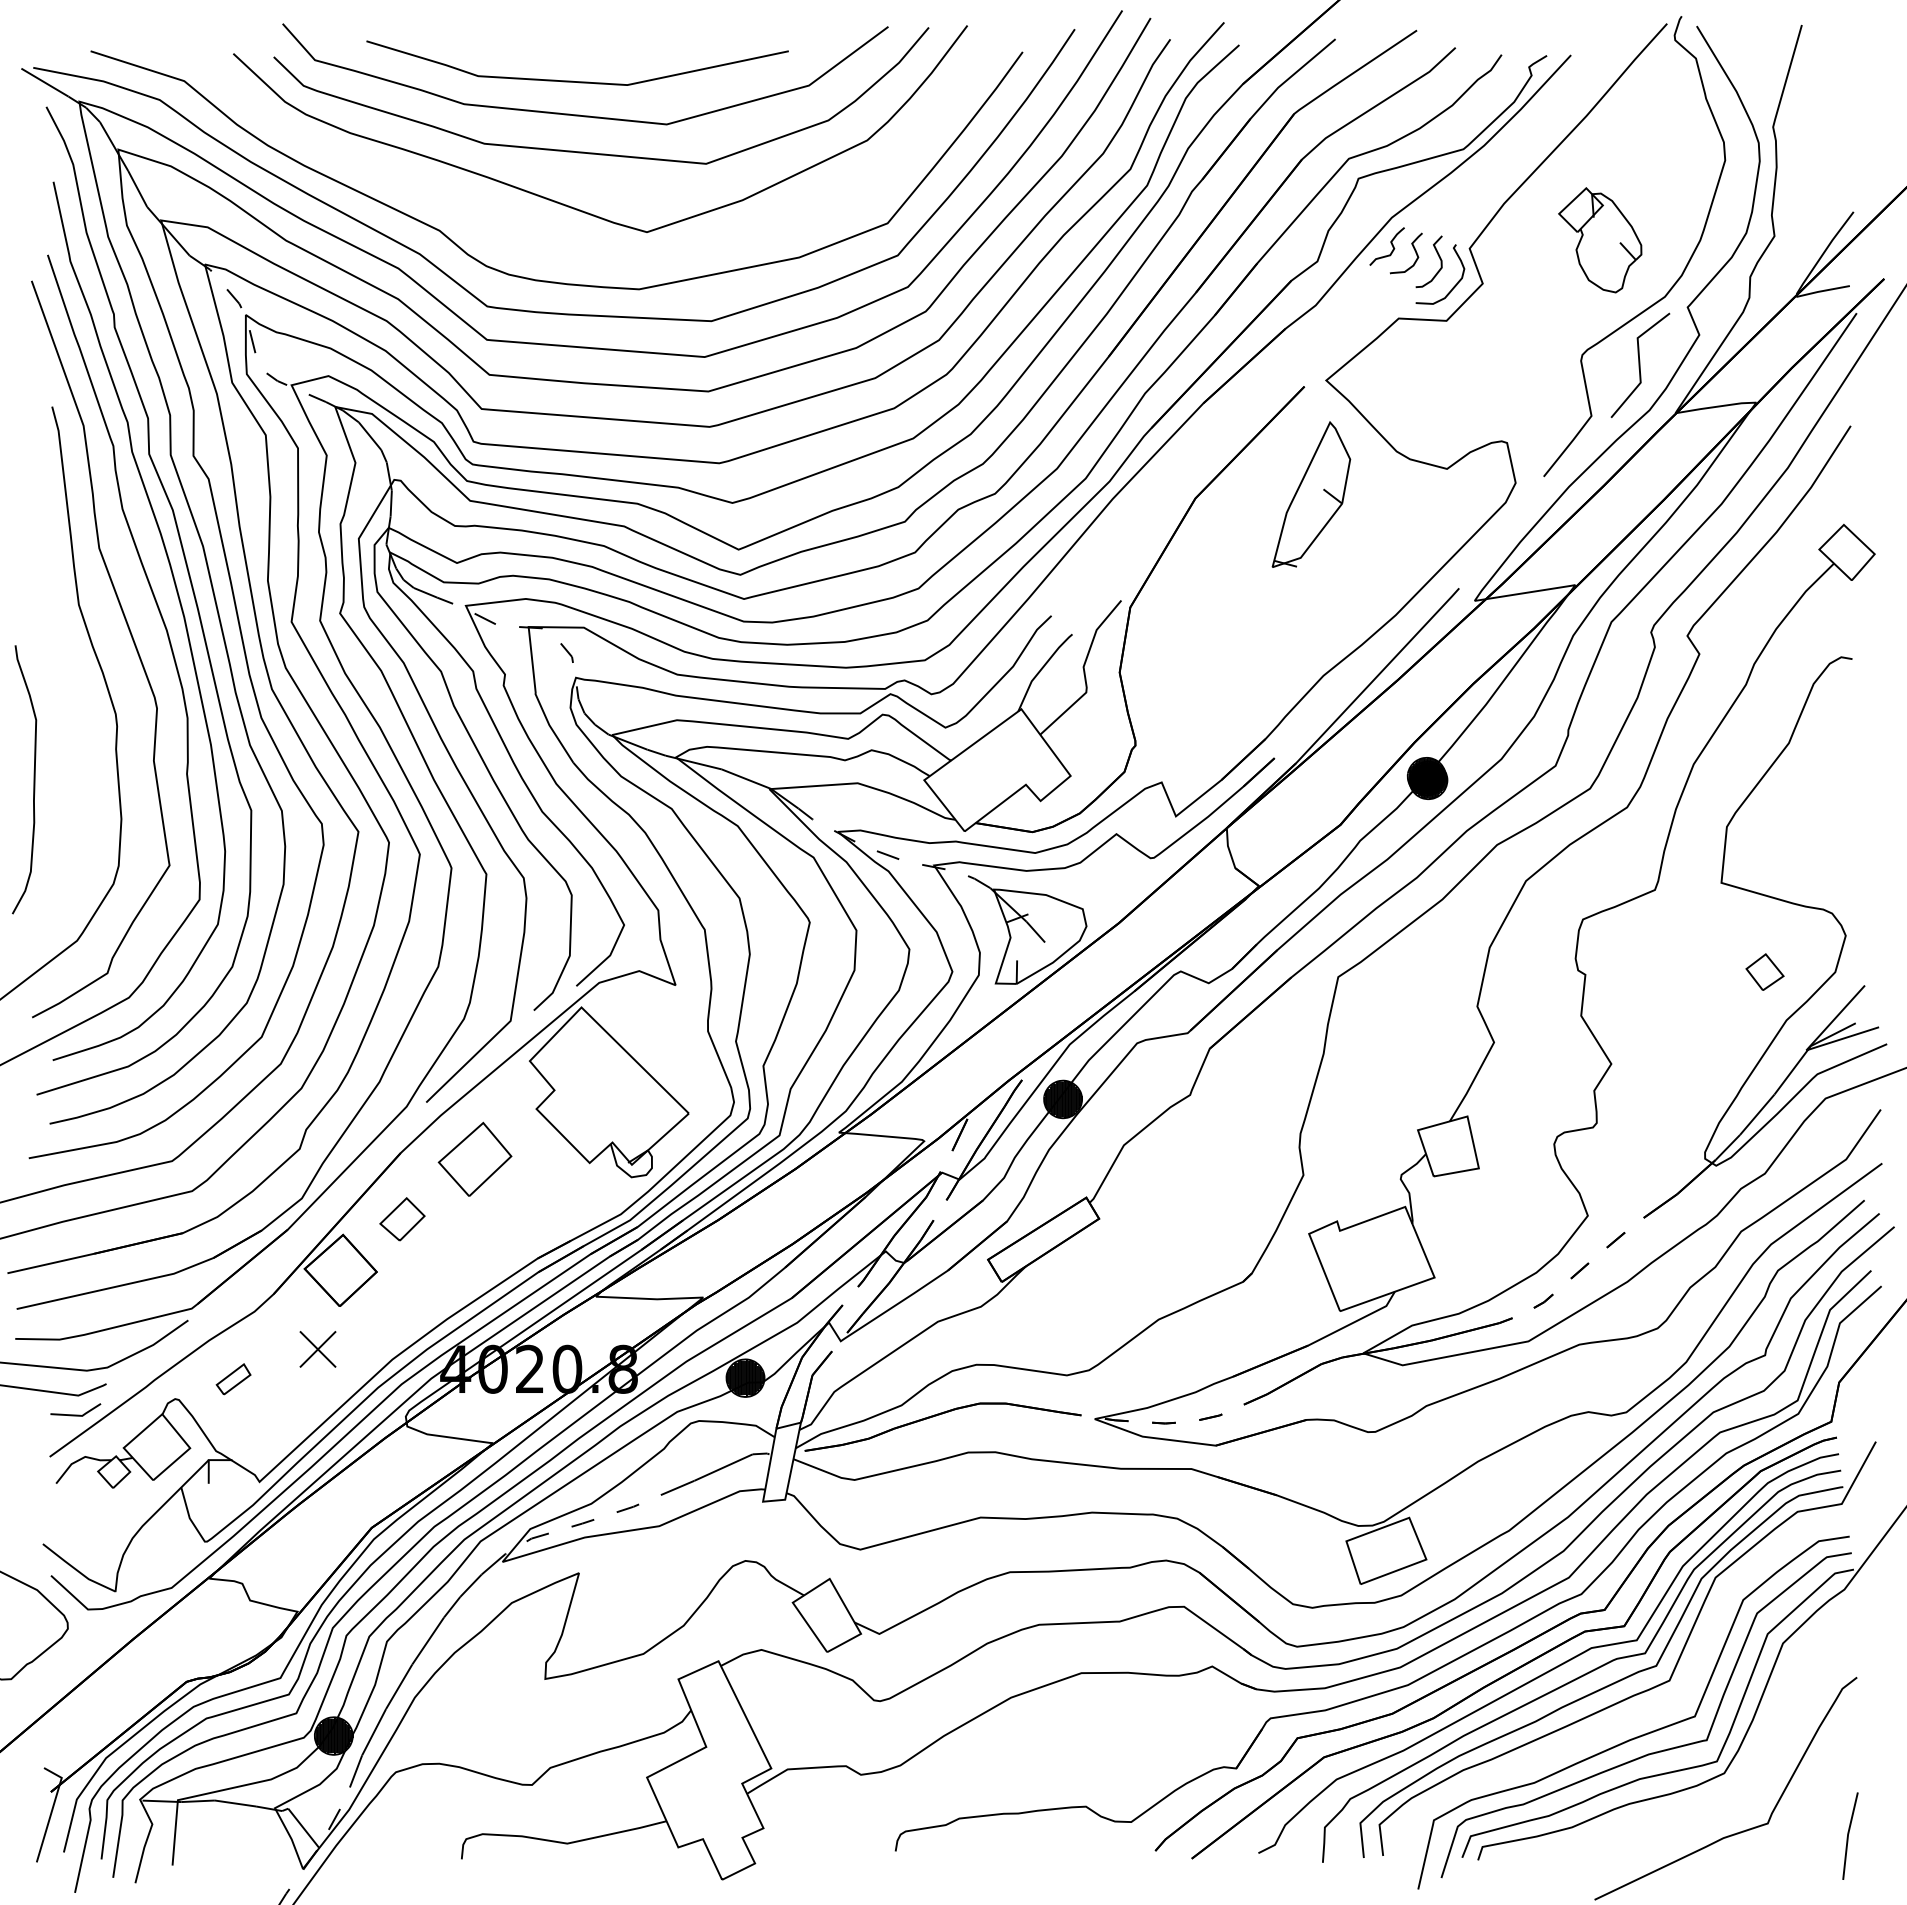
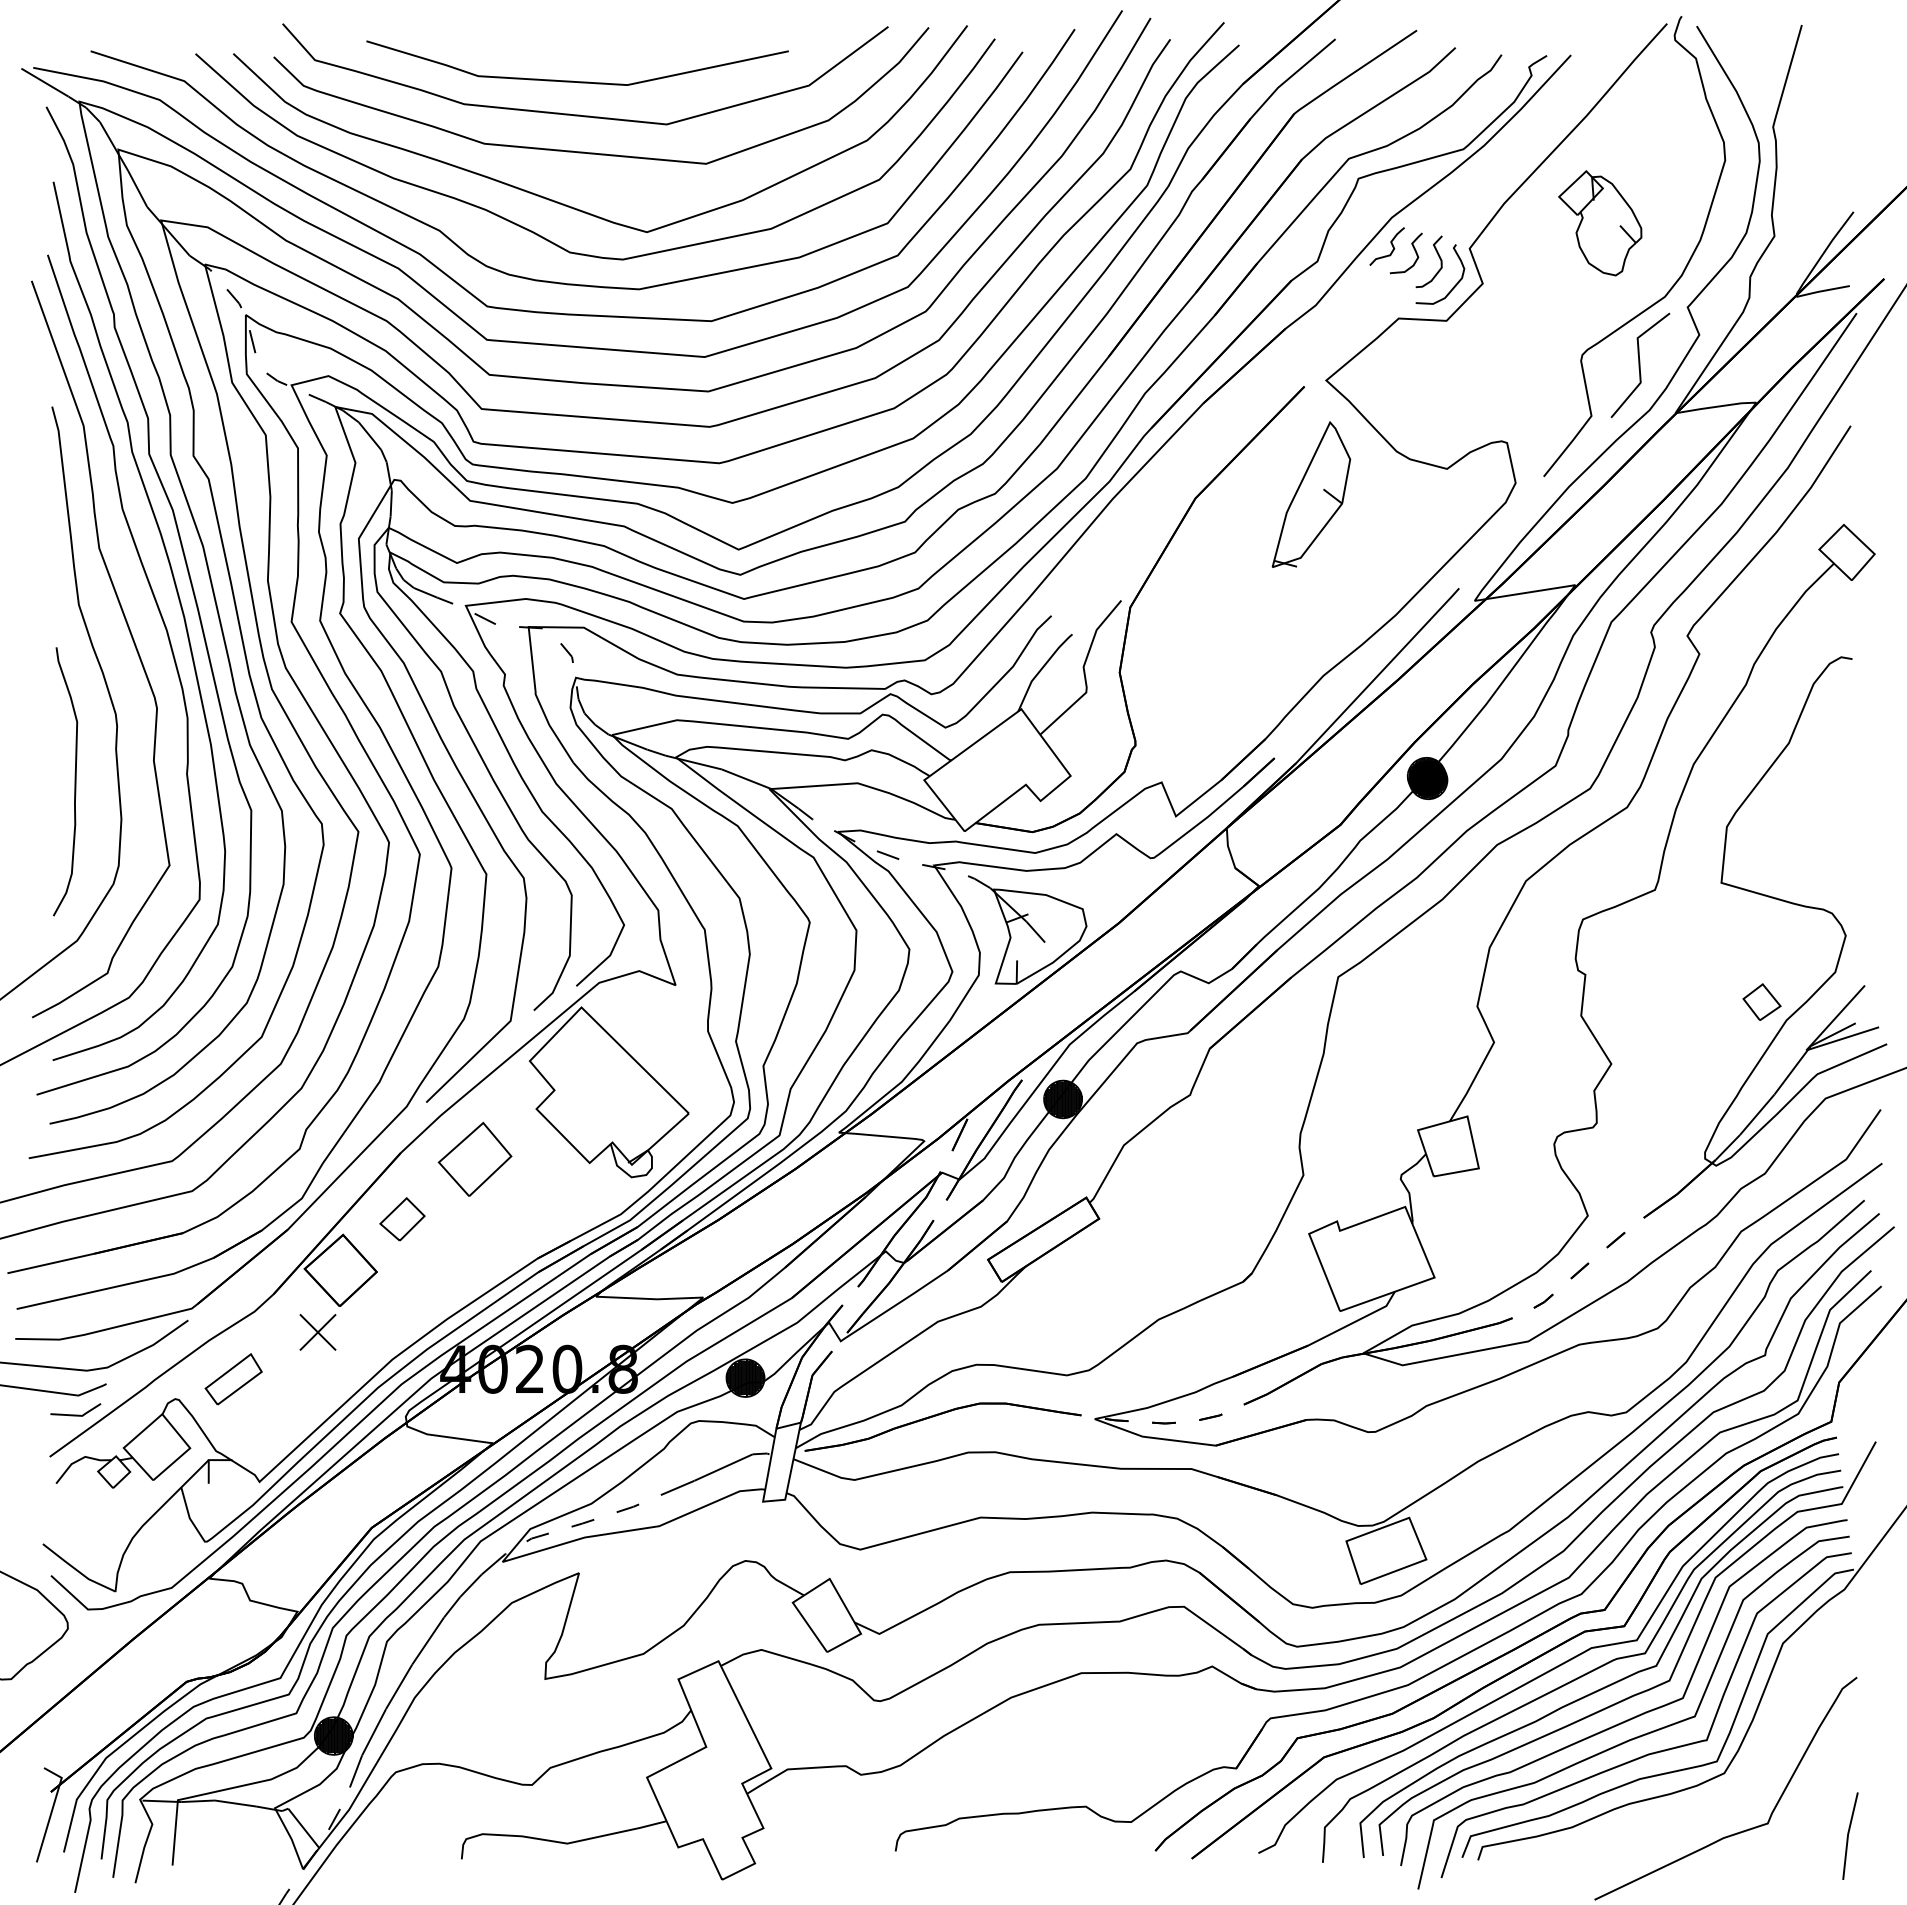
curve at (543, 236): none -> present
part at (1600, 240) position: (1600, 240) -> (1600, 223)
curve at (33, 779) position: (33, 779) -> (74, 781)
part at (1764, 971) position: (1764, 971) -> (1761, 1001)
part at (317, 1349) position: (317, 1349) -> (317, 1332)
part at (233, 1379) size: 37x33 px -> 59x53 px
curve at (1631, 1717): none -> present
